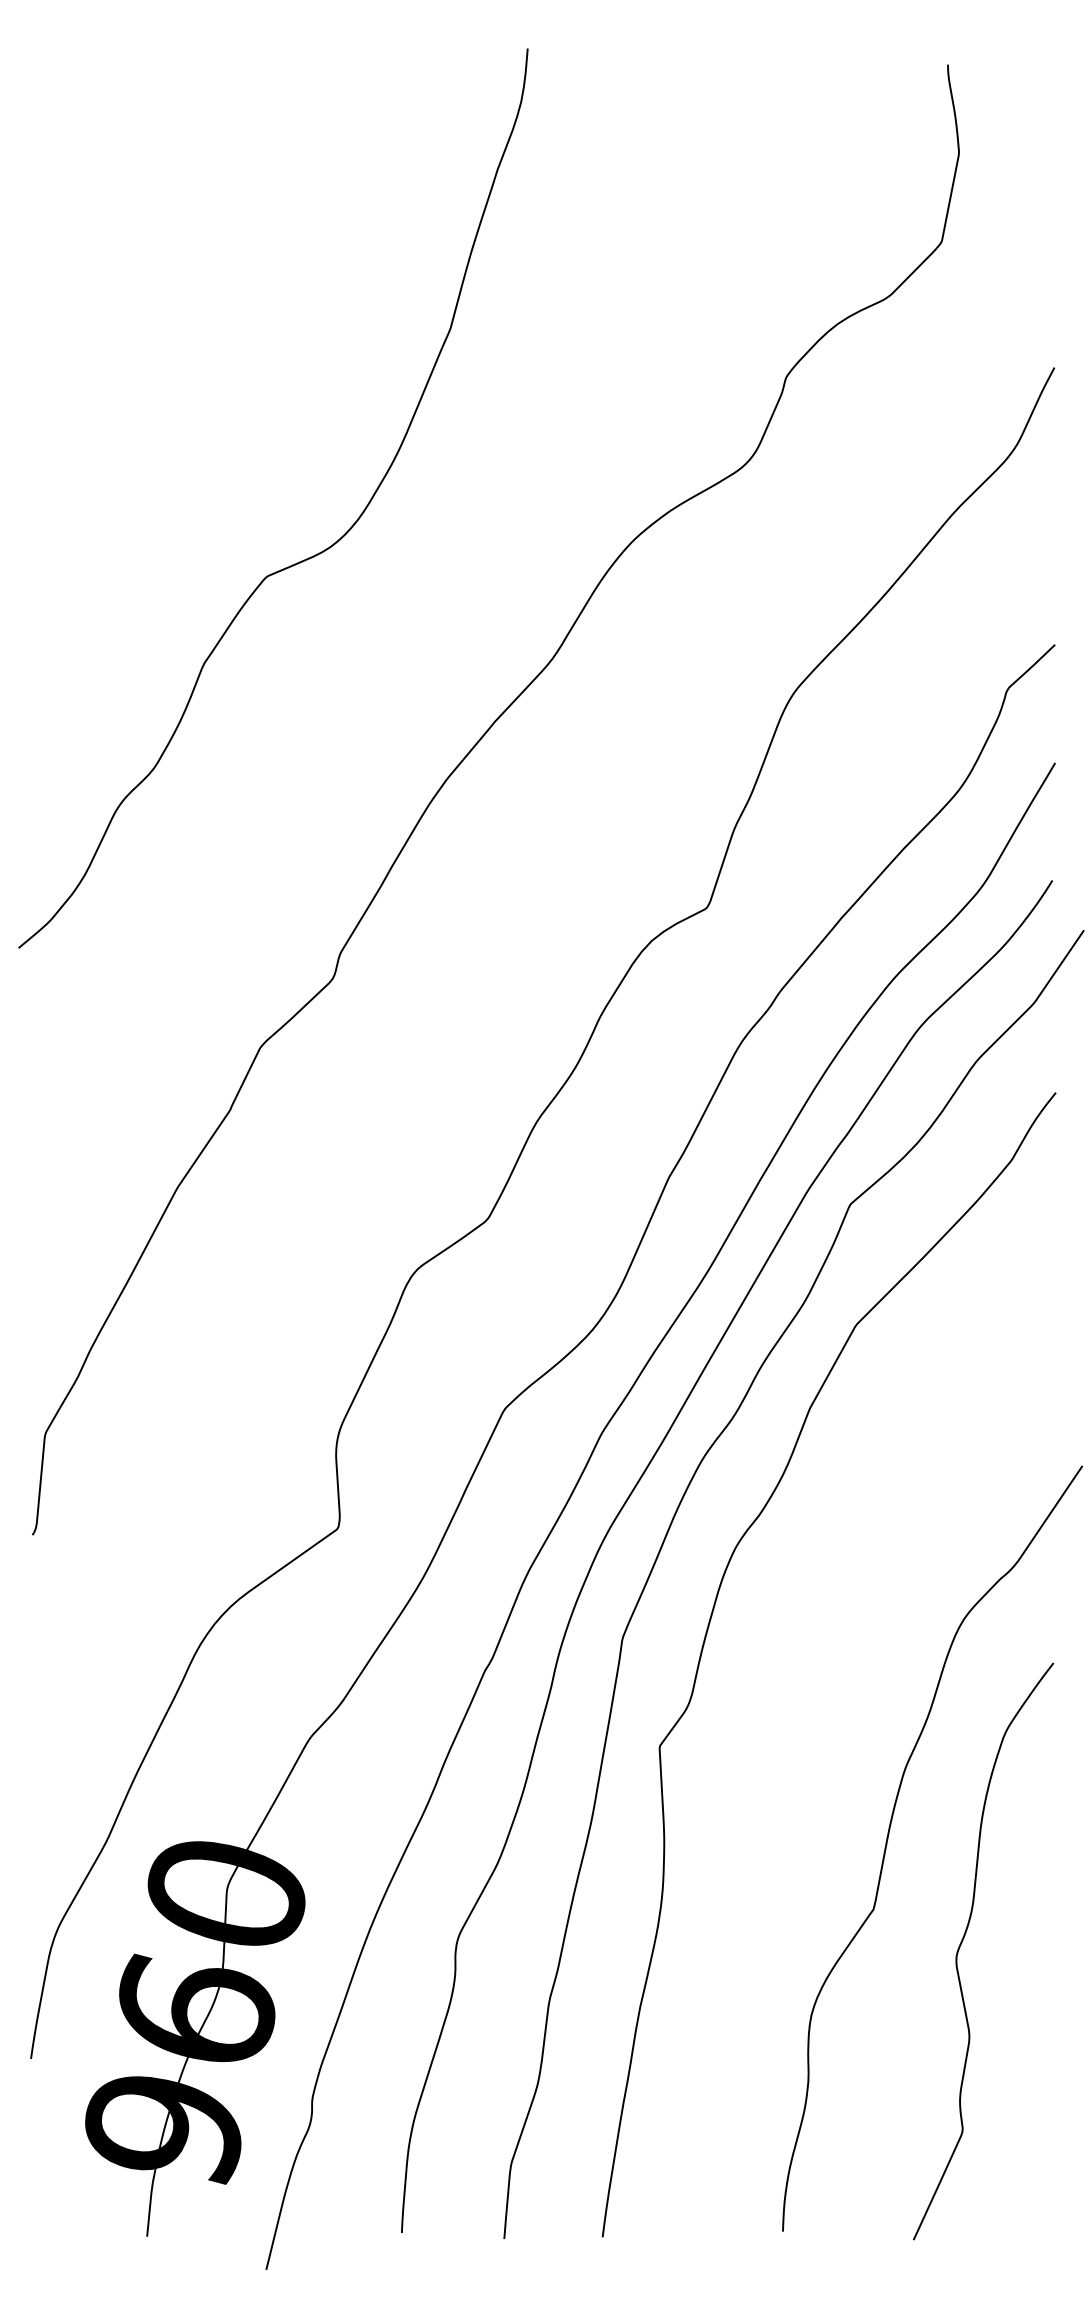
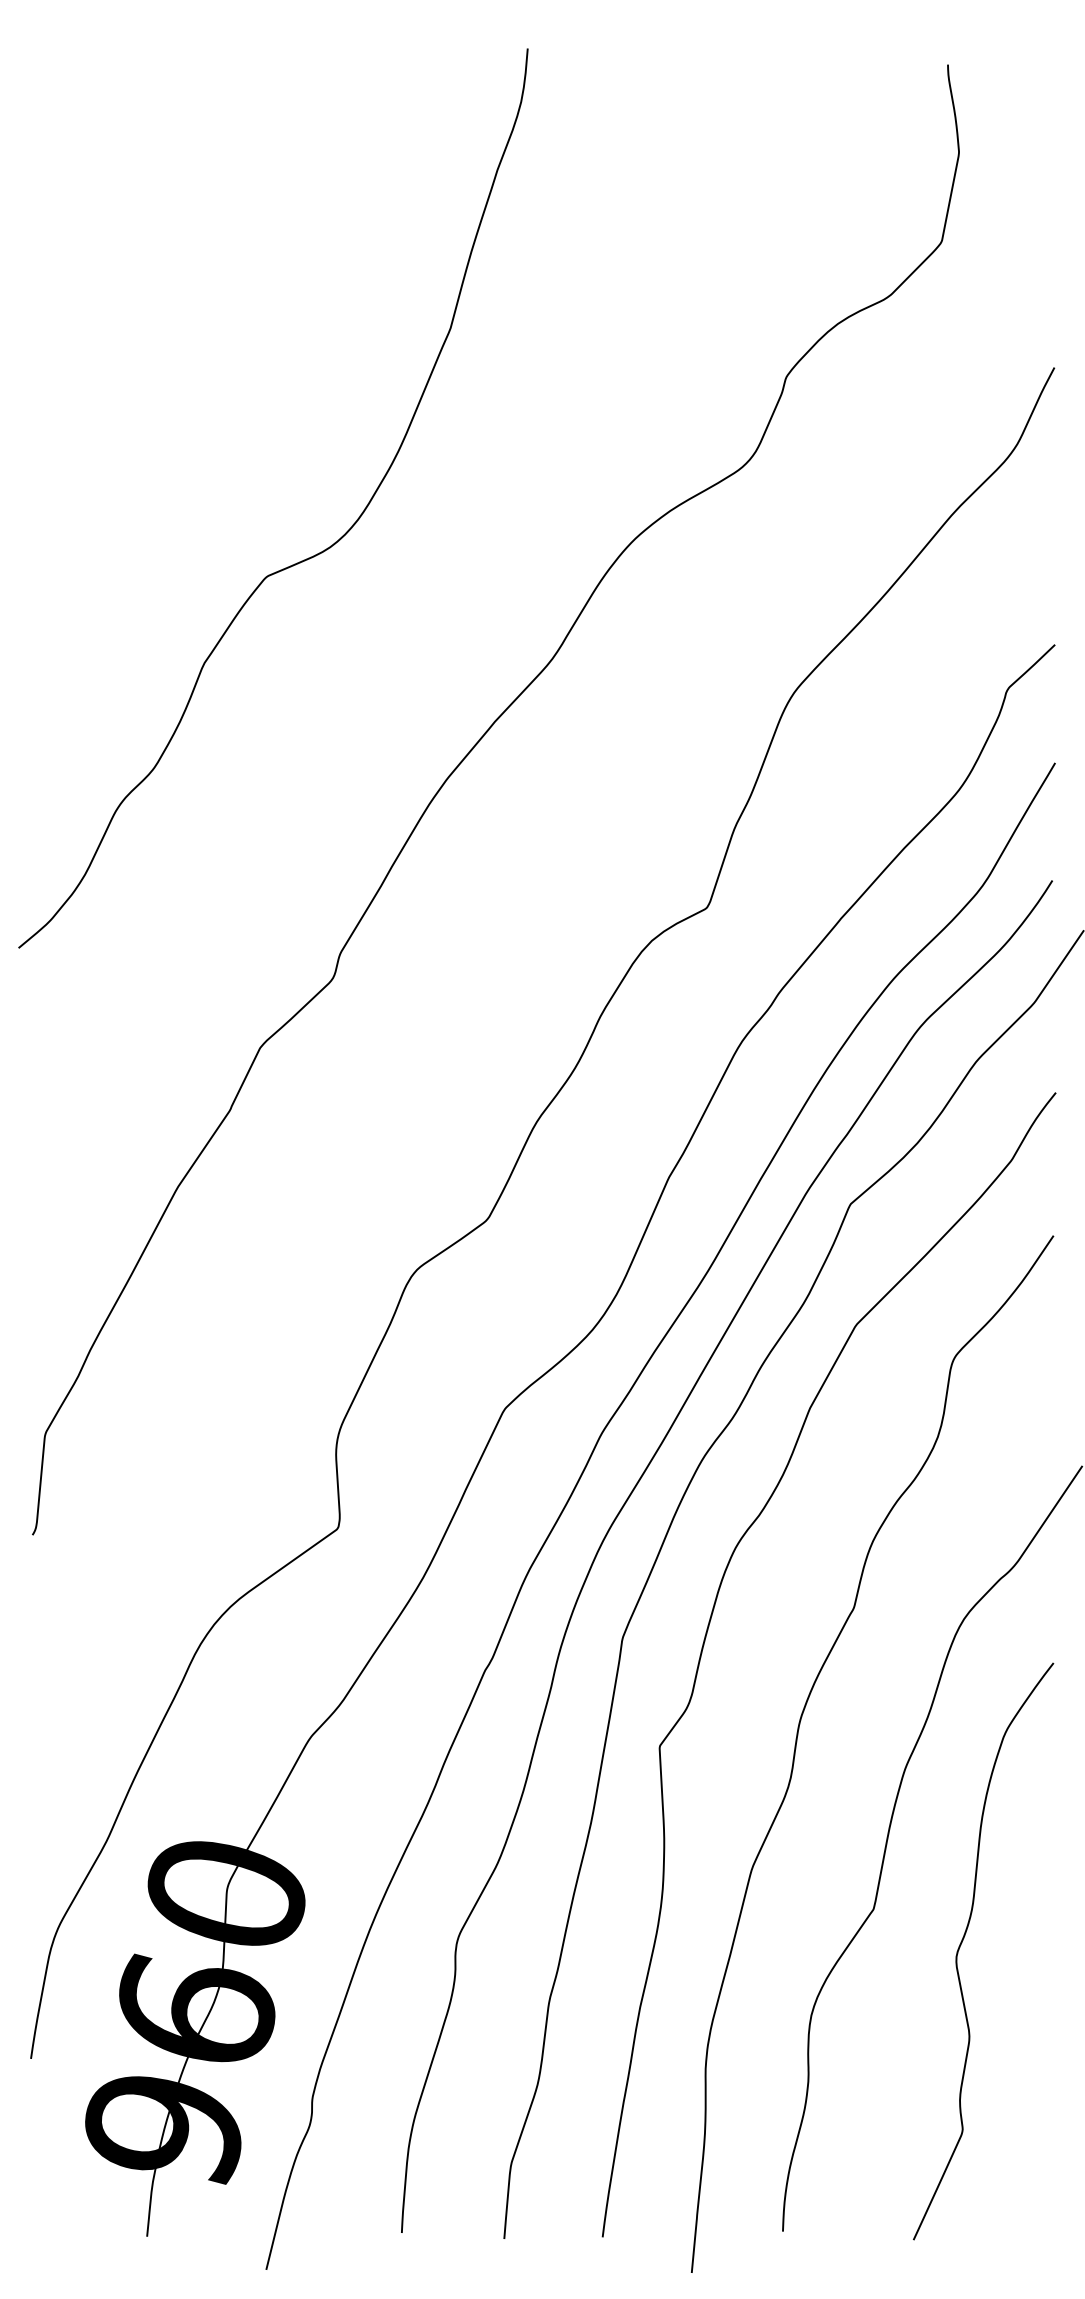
curve at (797, 1742): none -> present
